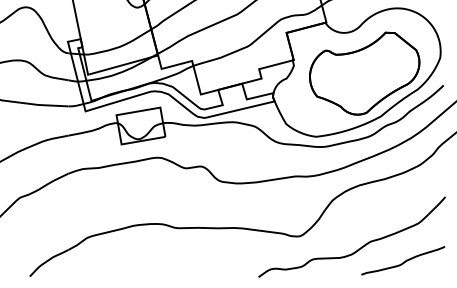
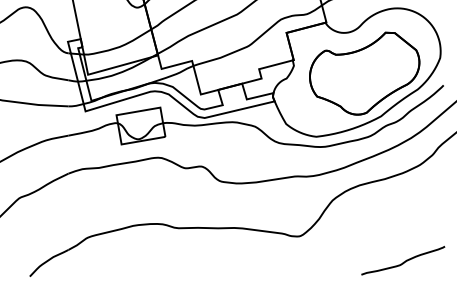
curve at (358, 248): present -> none
